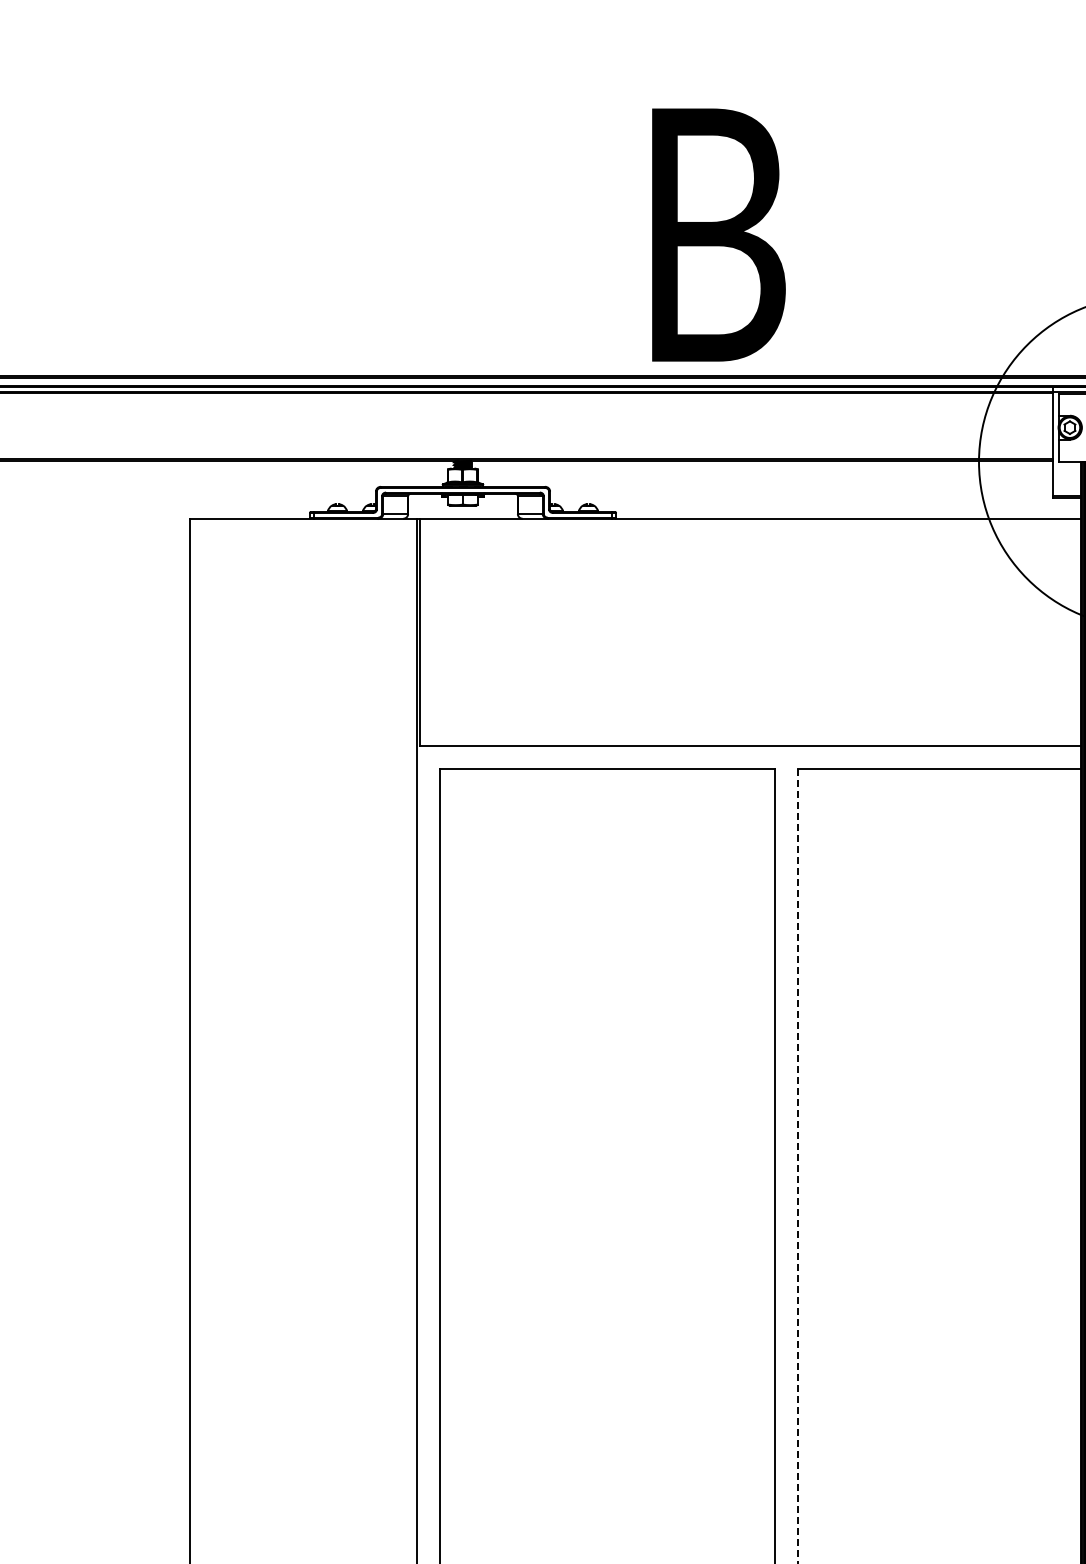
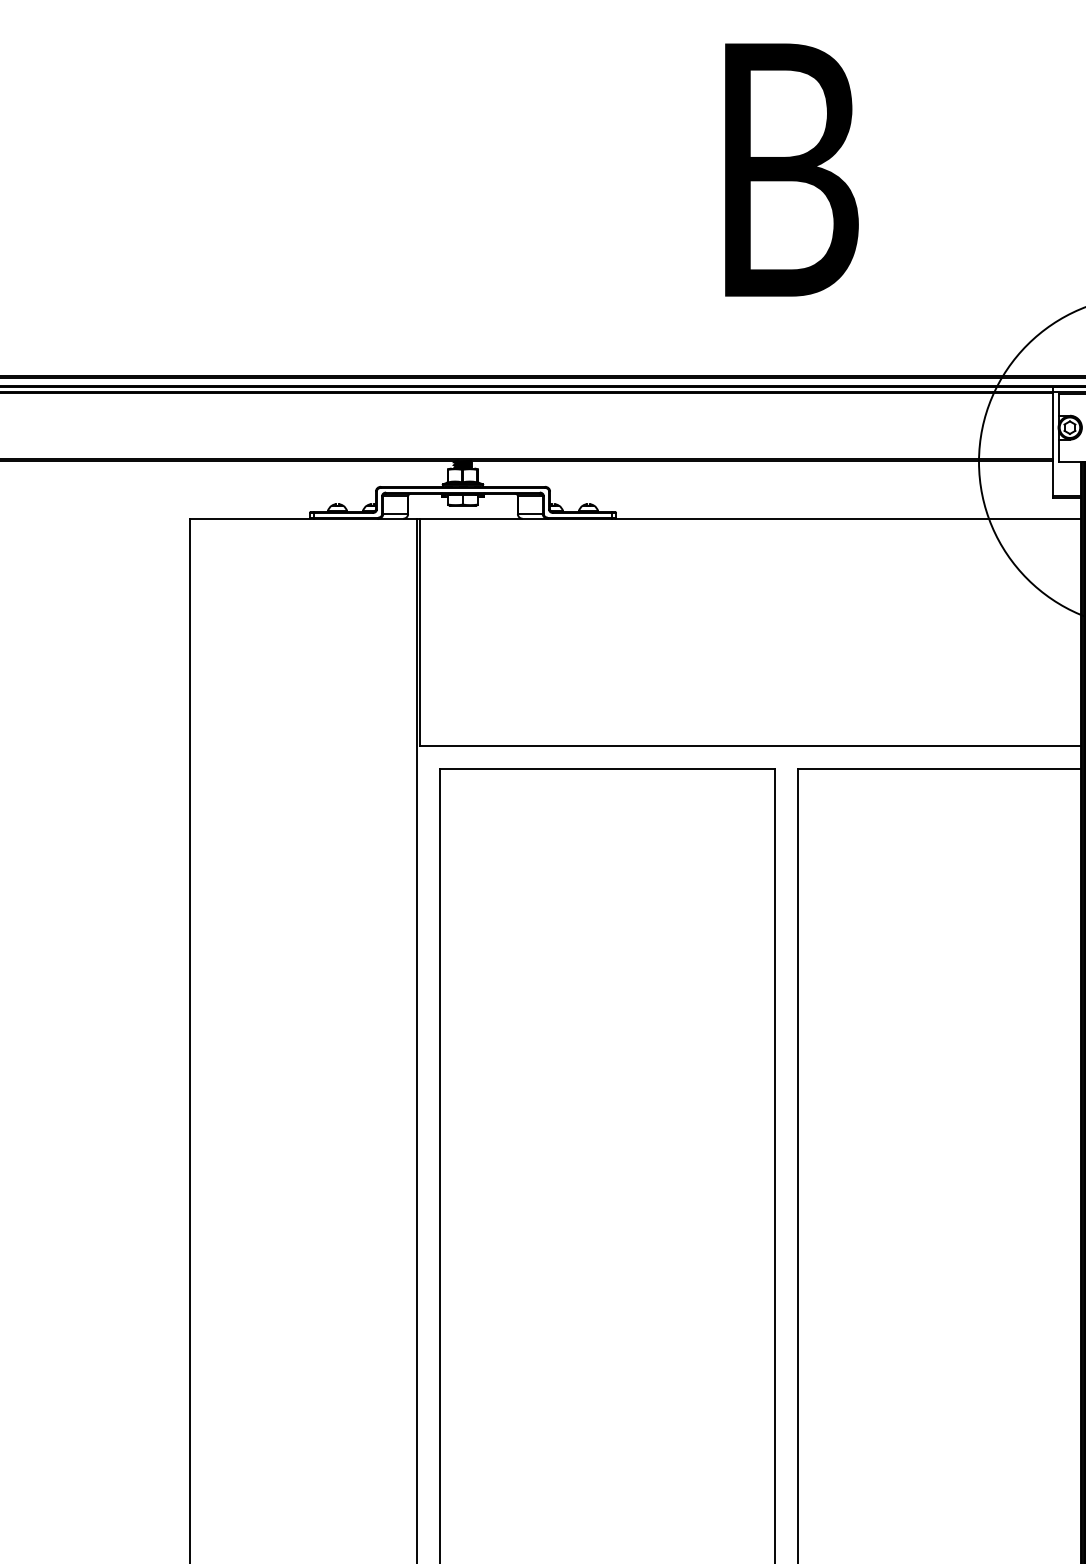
text at (718, 234) position: (718, 234) -> (791, 169)
line at (797, 1166): dashed -> solid
